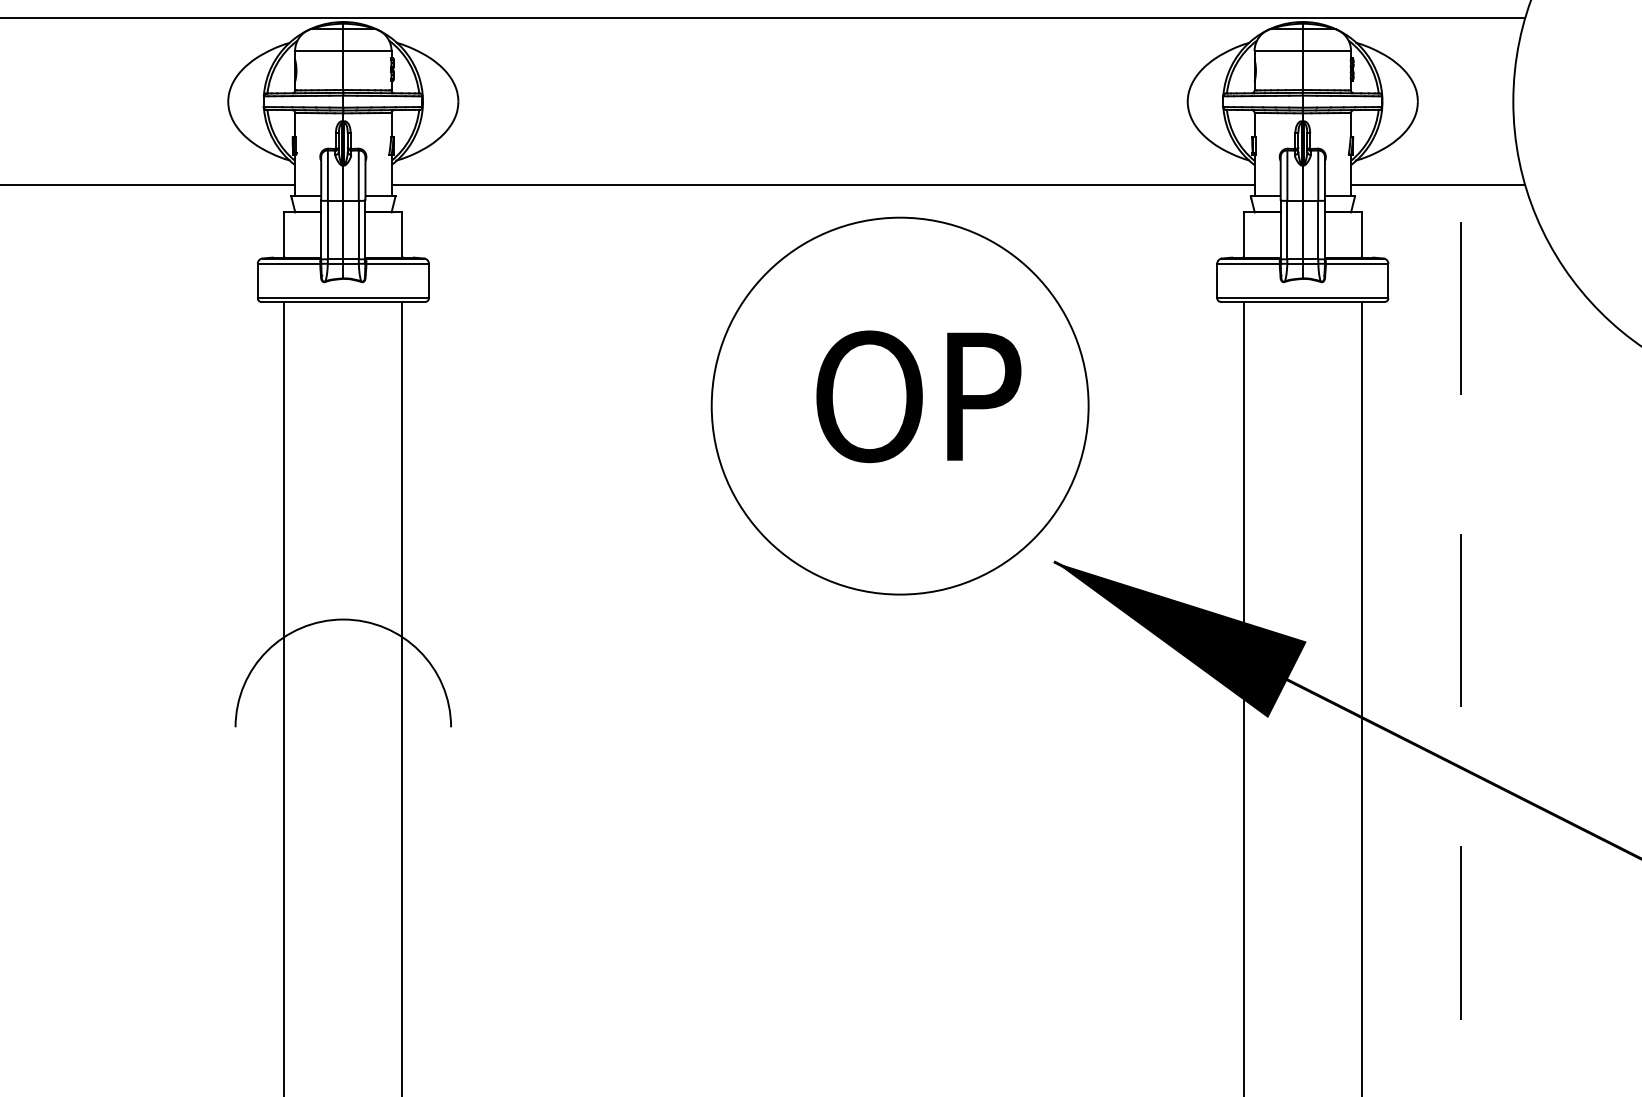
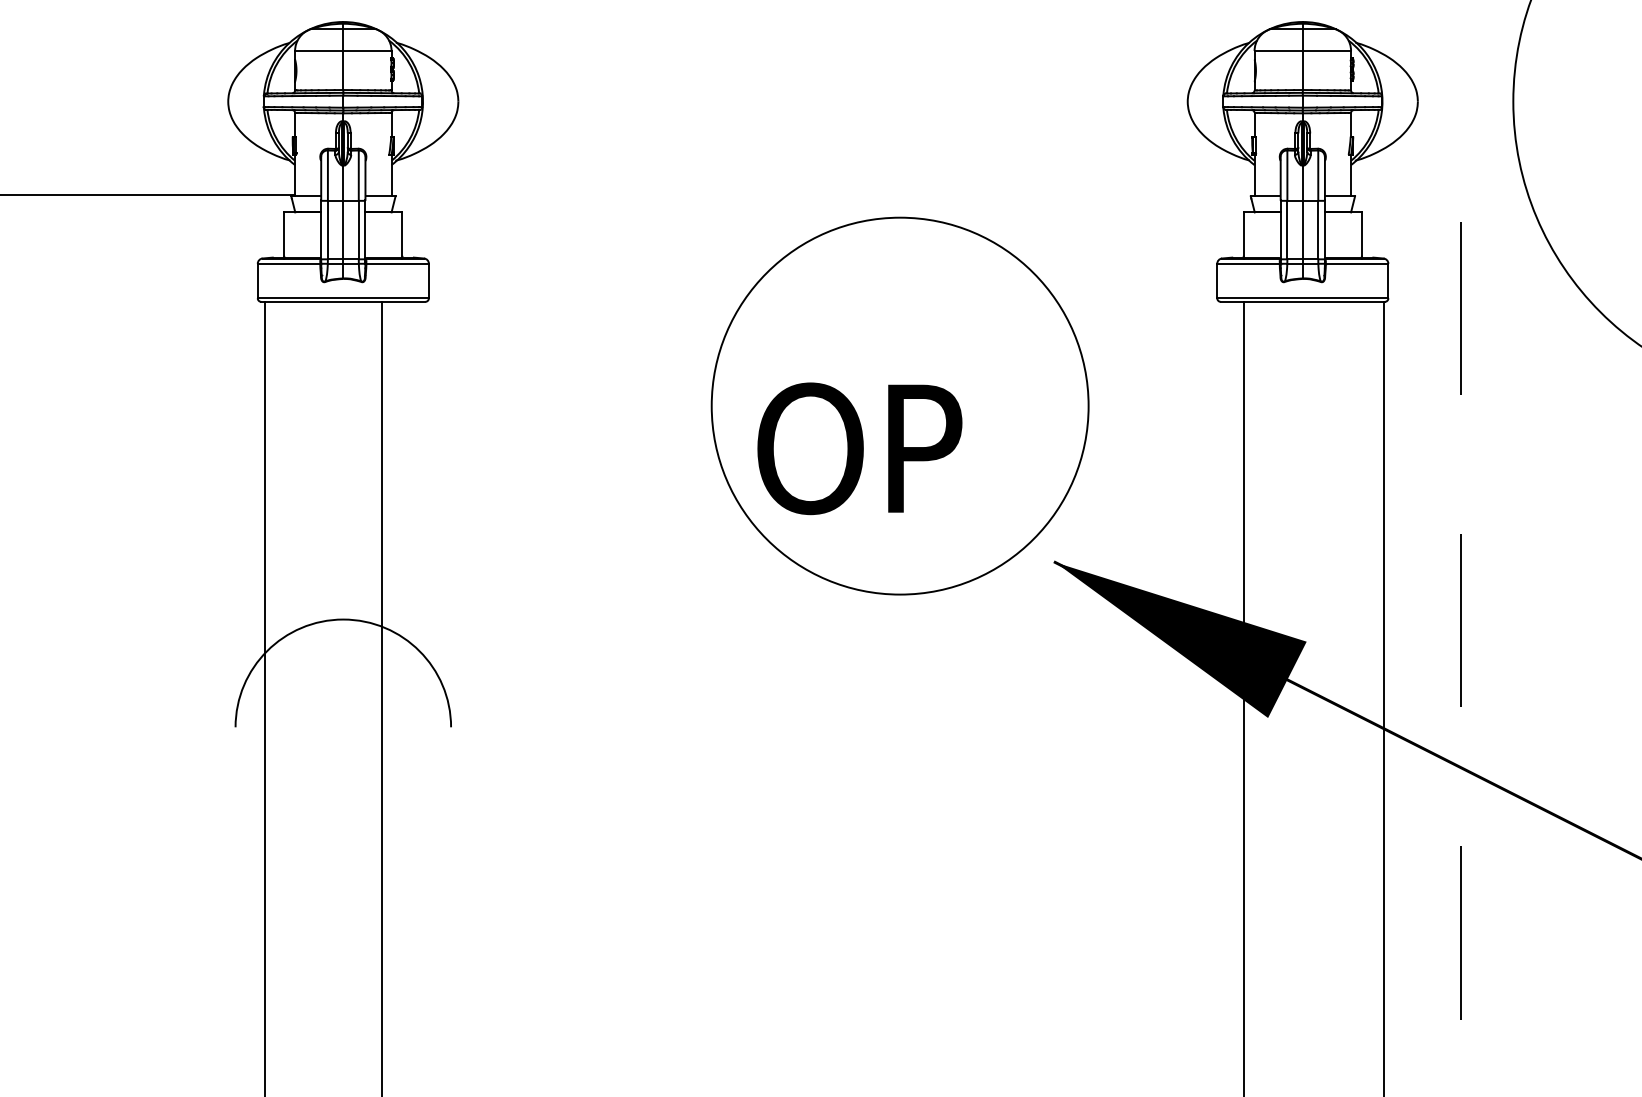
line at (763, 18): present -> none
line at (148, 184) position: (148, 184) -> (148, 194)
line at (822, 184): present -> none
line at (1438, 184): present -> none
text at (918, 396) position: (918, 396) -> (859, 448)
line at (284, 697) position: (284, 697) -> (265, 697)
line at (402, 697) position: (402, 697) -> (382, 697)
line at (1361, 697) position: (1361, 697) -> (1383, 697)
